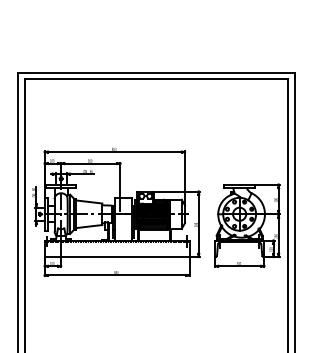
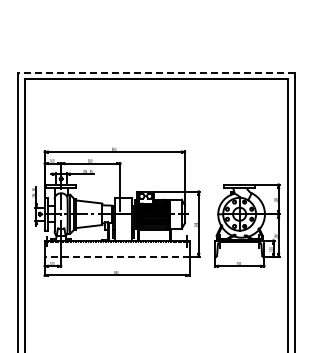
line at (156, 72): solid -> dashed
line at (116, 257): solid -> dashed
